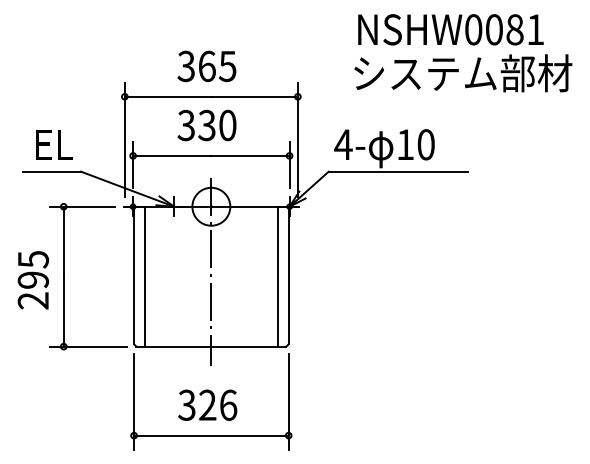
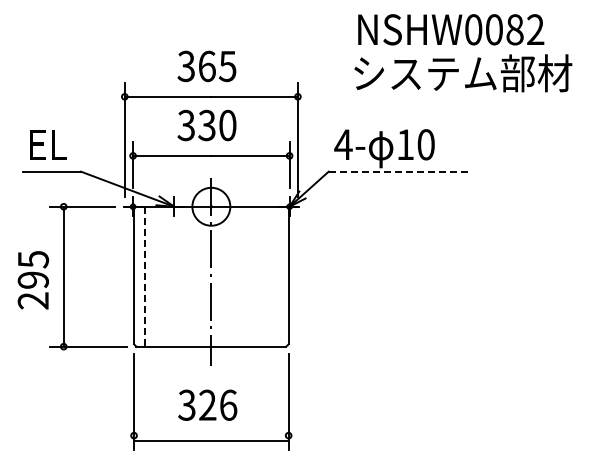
text at (535, 29): NSHW0081 -> NSHW0082
text at (54, 144) position: (54, 144) -> (48, 144)
line at (398, 171): solid -> dashed
line at (145, 276): solid -> dashed
line at (277, 276): present -> none
line at (211, 435) position: (211, 435) -> (211, 440)
